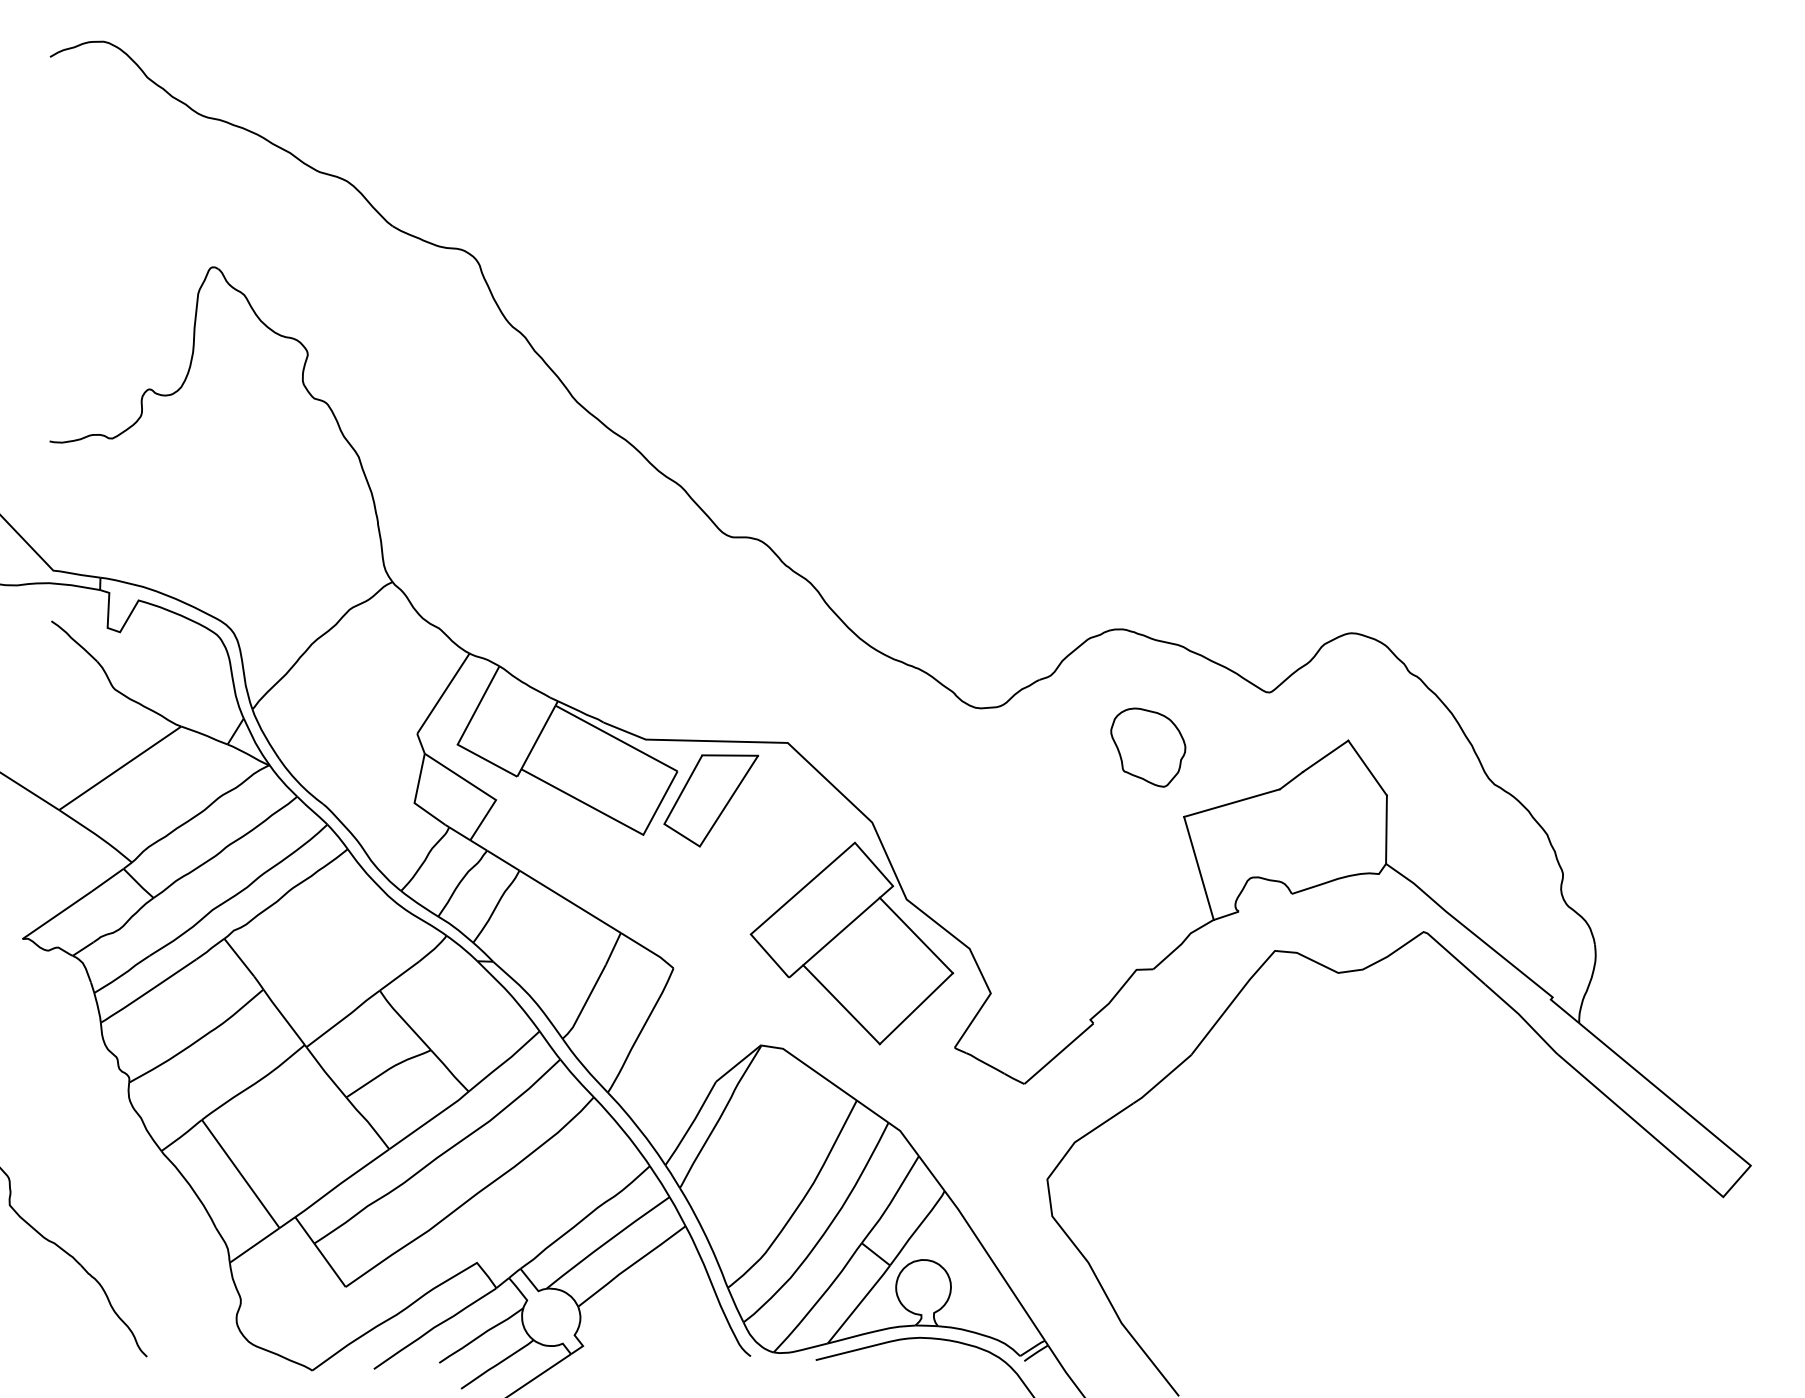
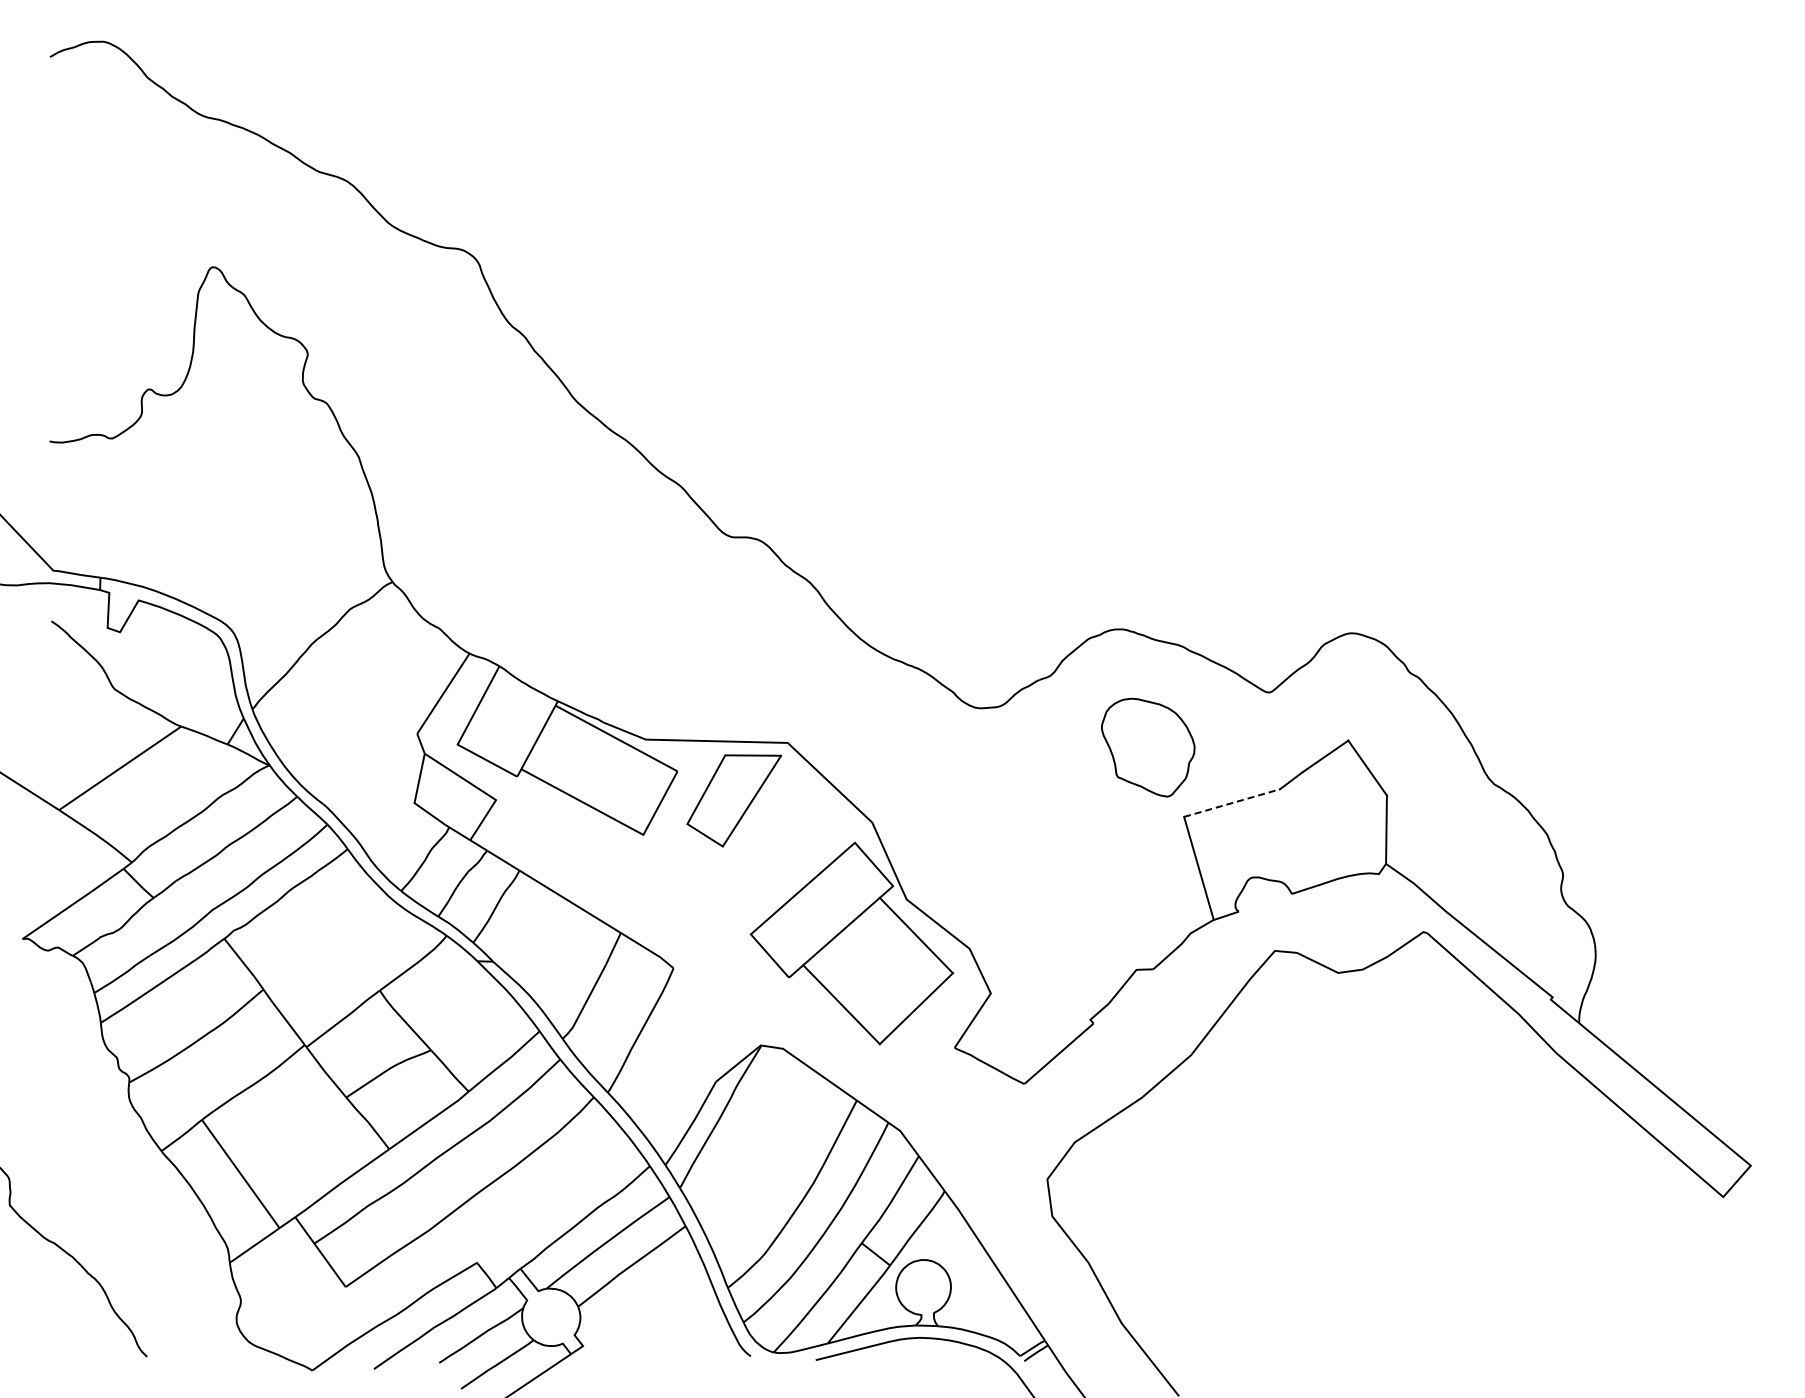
part at (1148, 747) size: 77x81 px -> 95x101 px
part at (711, 800) position: (711, 800) -> (734, 800)
line at (1232, 803): solid -> dashed
